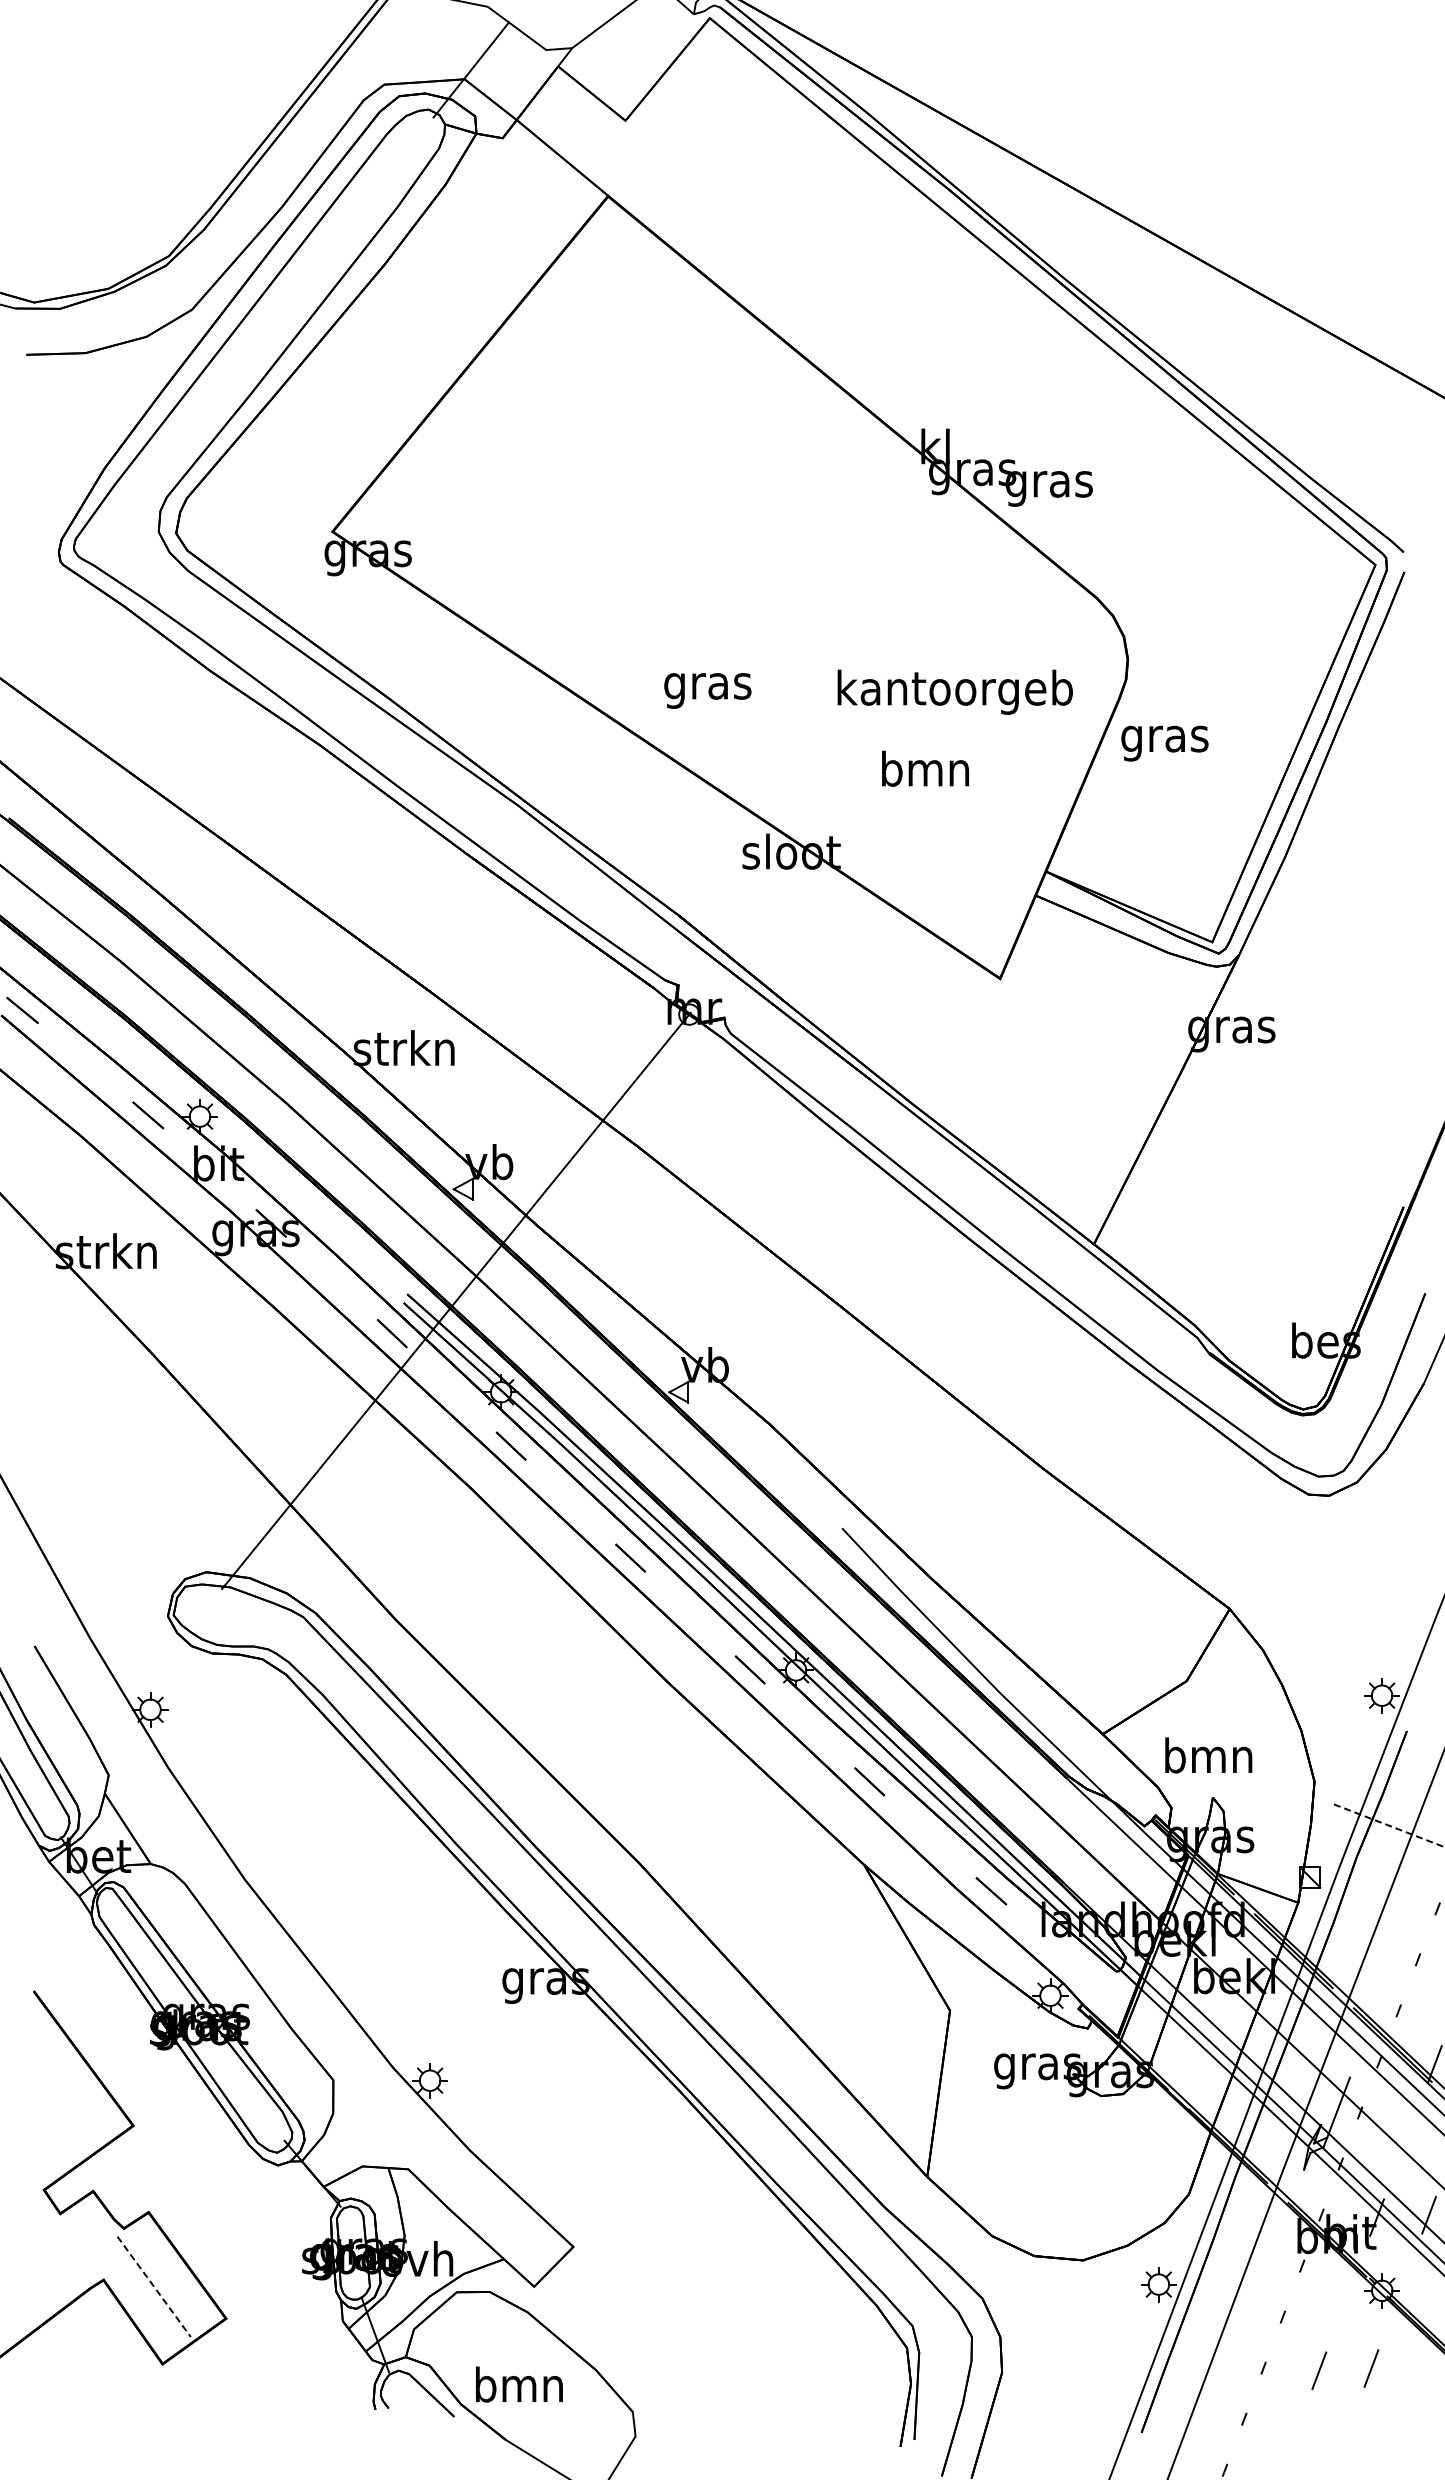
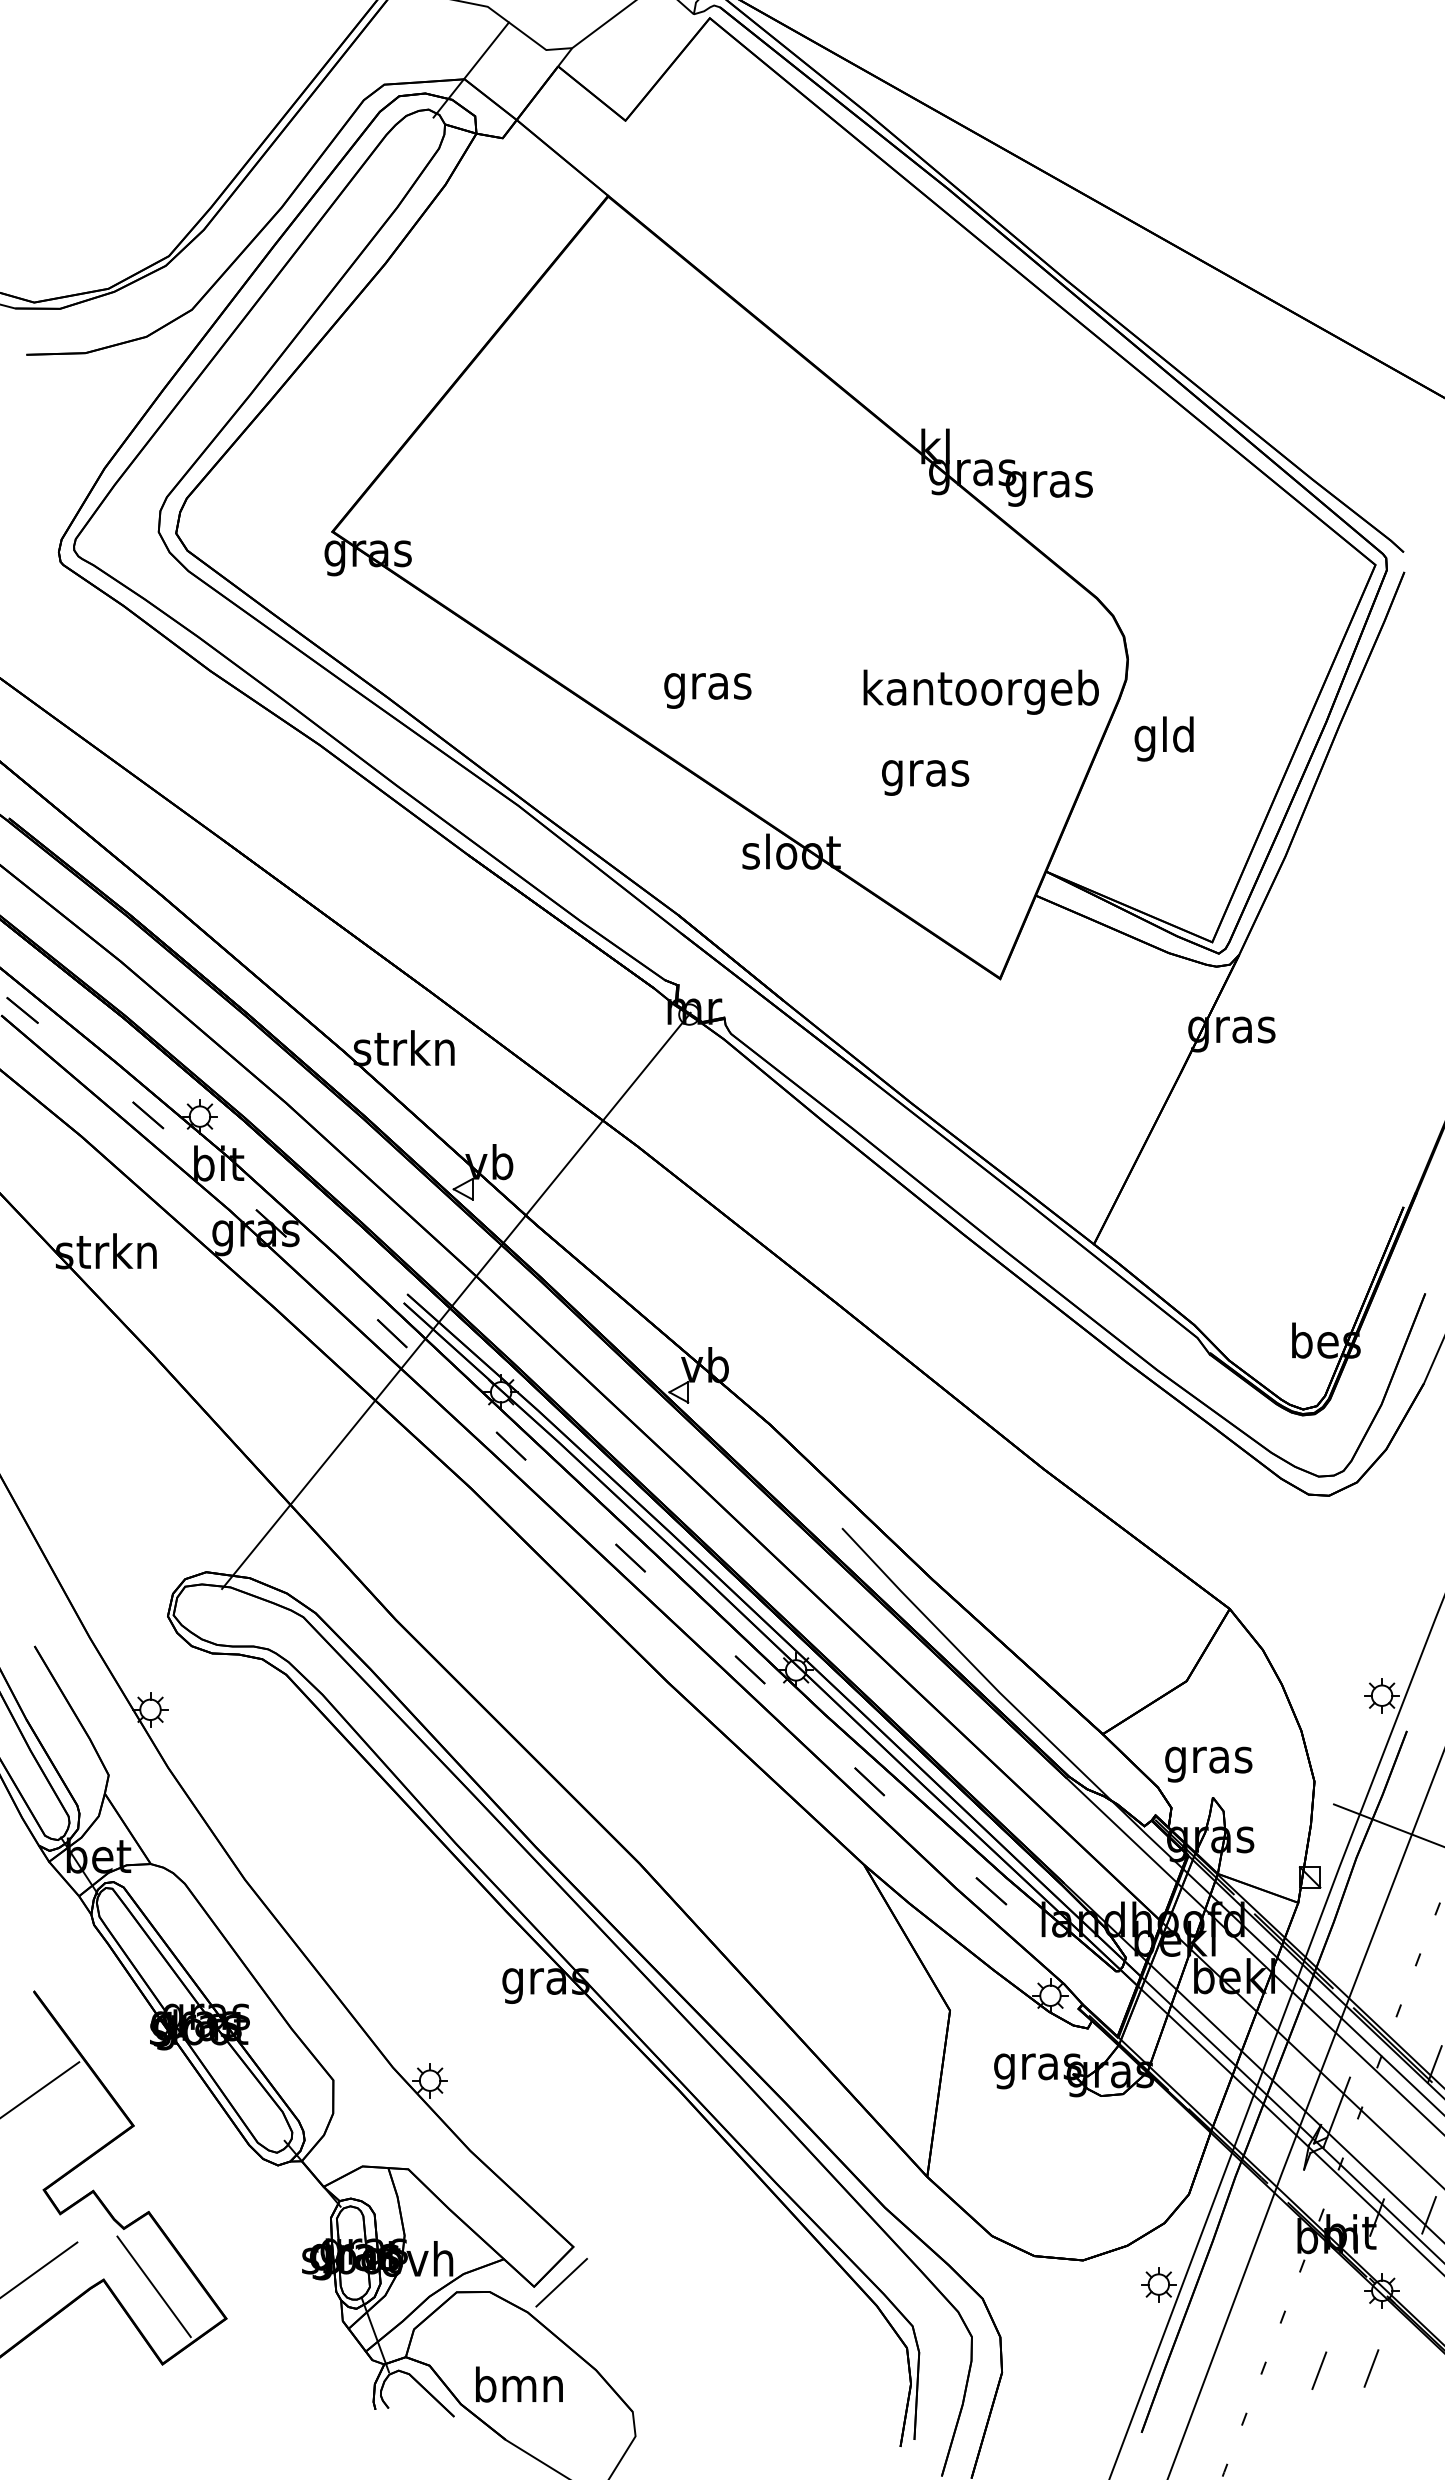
text at (954, 691) position: (954, 691) -> (980, 691)
text at (1164, 738): gras -> gld
text at (925, 772): bmn -> gras
text at (1208, 1759): bmn -> gras
line at (1389, 1825): dashed -> solid
line at (40, 2089): none -> present
line at (39, 2269): none -> present
line at (561, 2282): none -> present
line at (154, 2287): dashed -> solid
